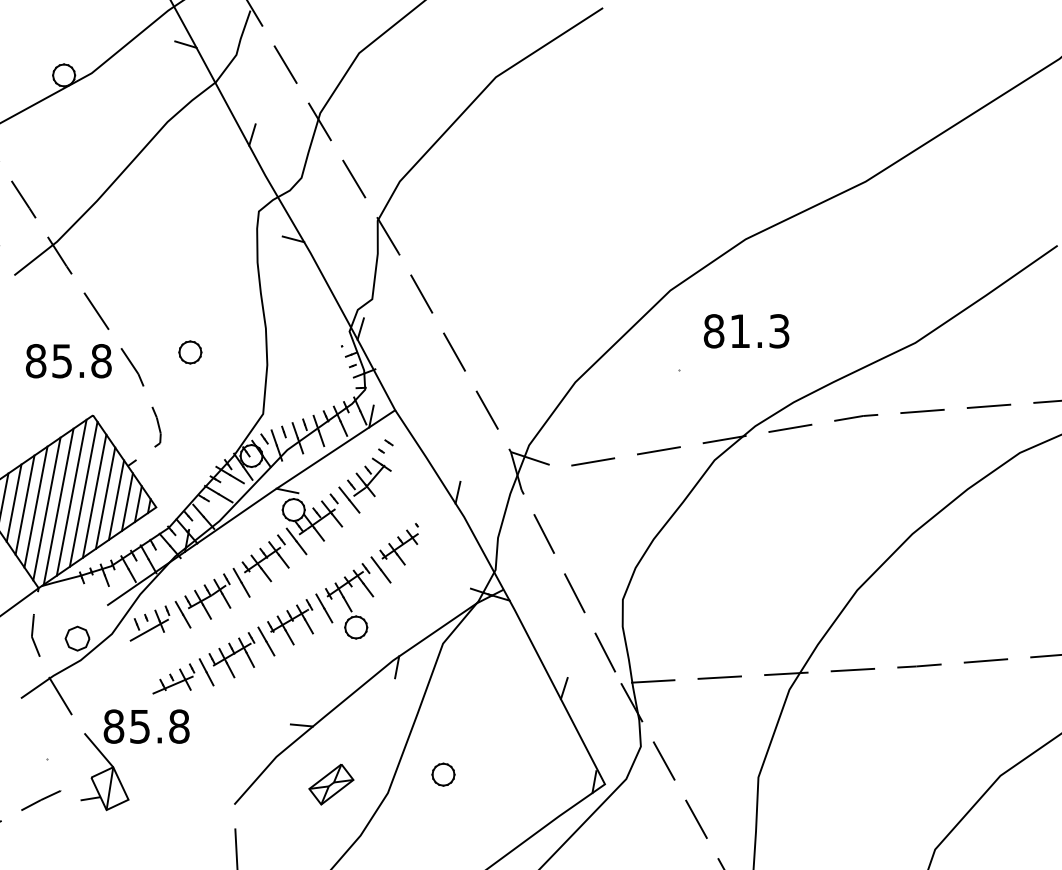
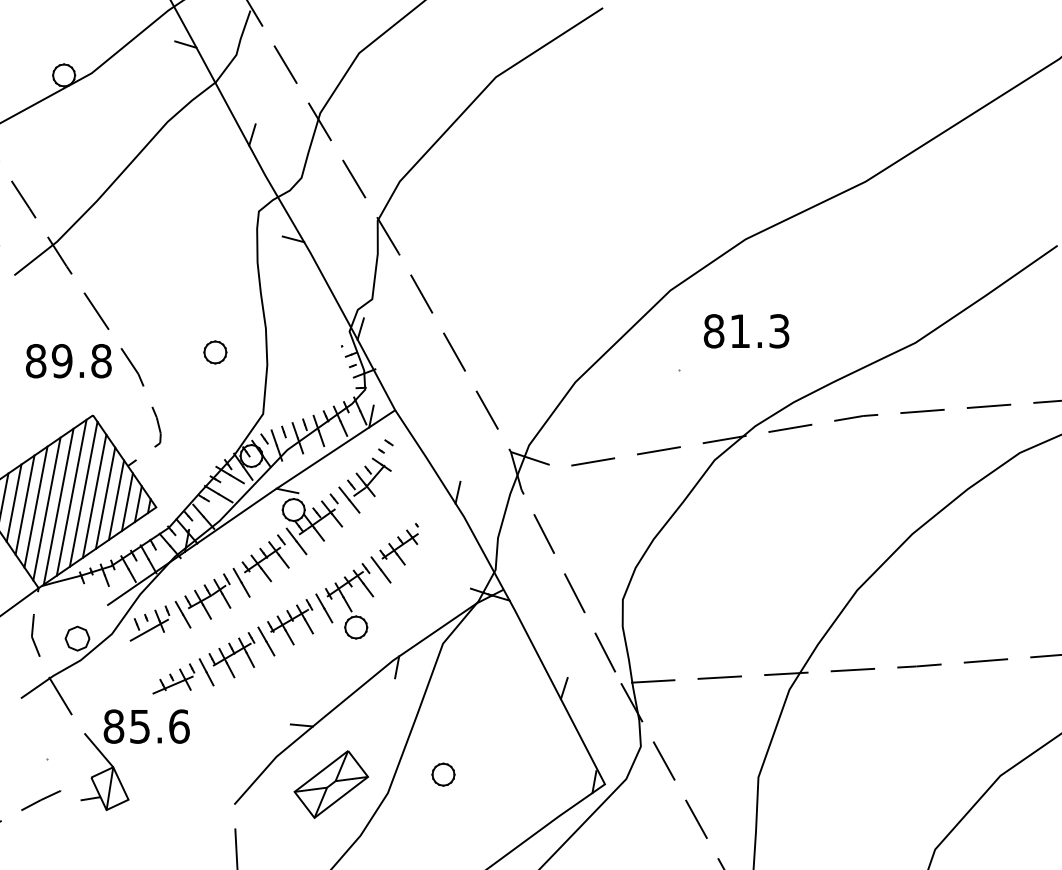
part at (190, 352) position: (190, 352) -> (215, 352)
text at (61, 361): 85.8 -> 89.8
text at (179, 726): 85.8 -> 85.6
part at (331, 784) size: 47x43 px -> 77x69 px
